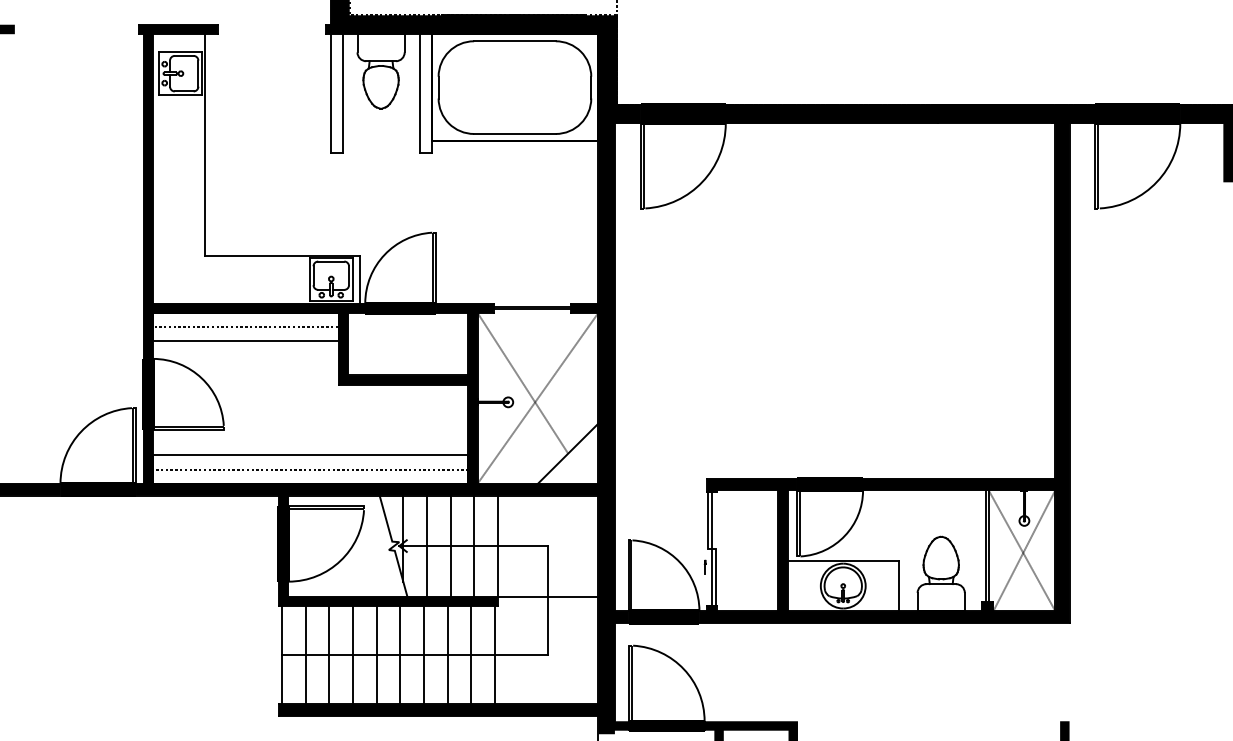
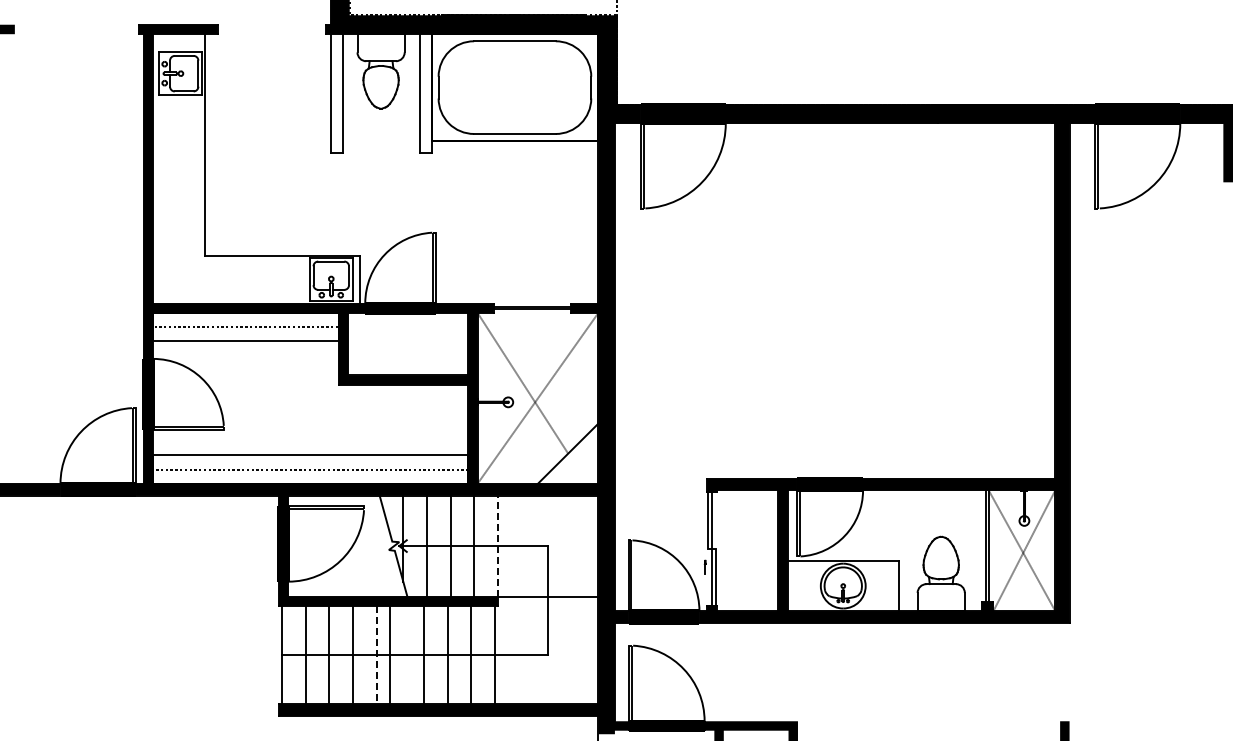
line at (497, 546): solid -> dashed
line at (376, 655): solid -> dashed
line at (400, 655) position: (400, 655) -> (390, 655)
